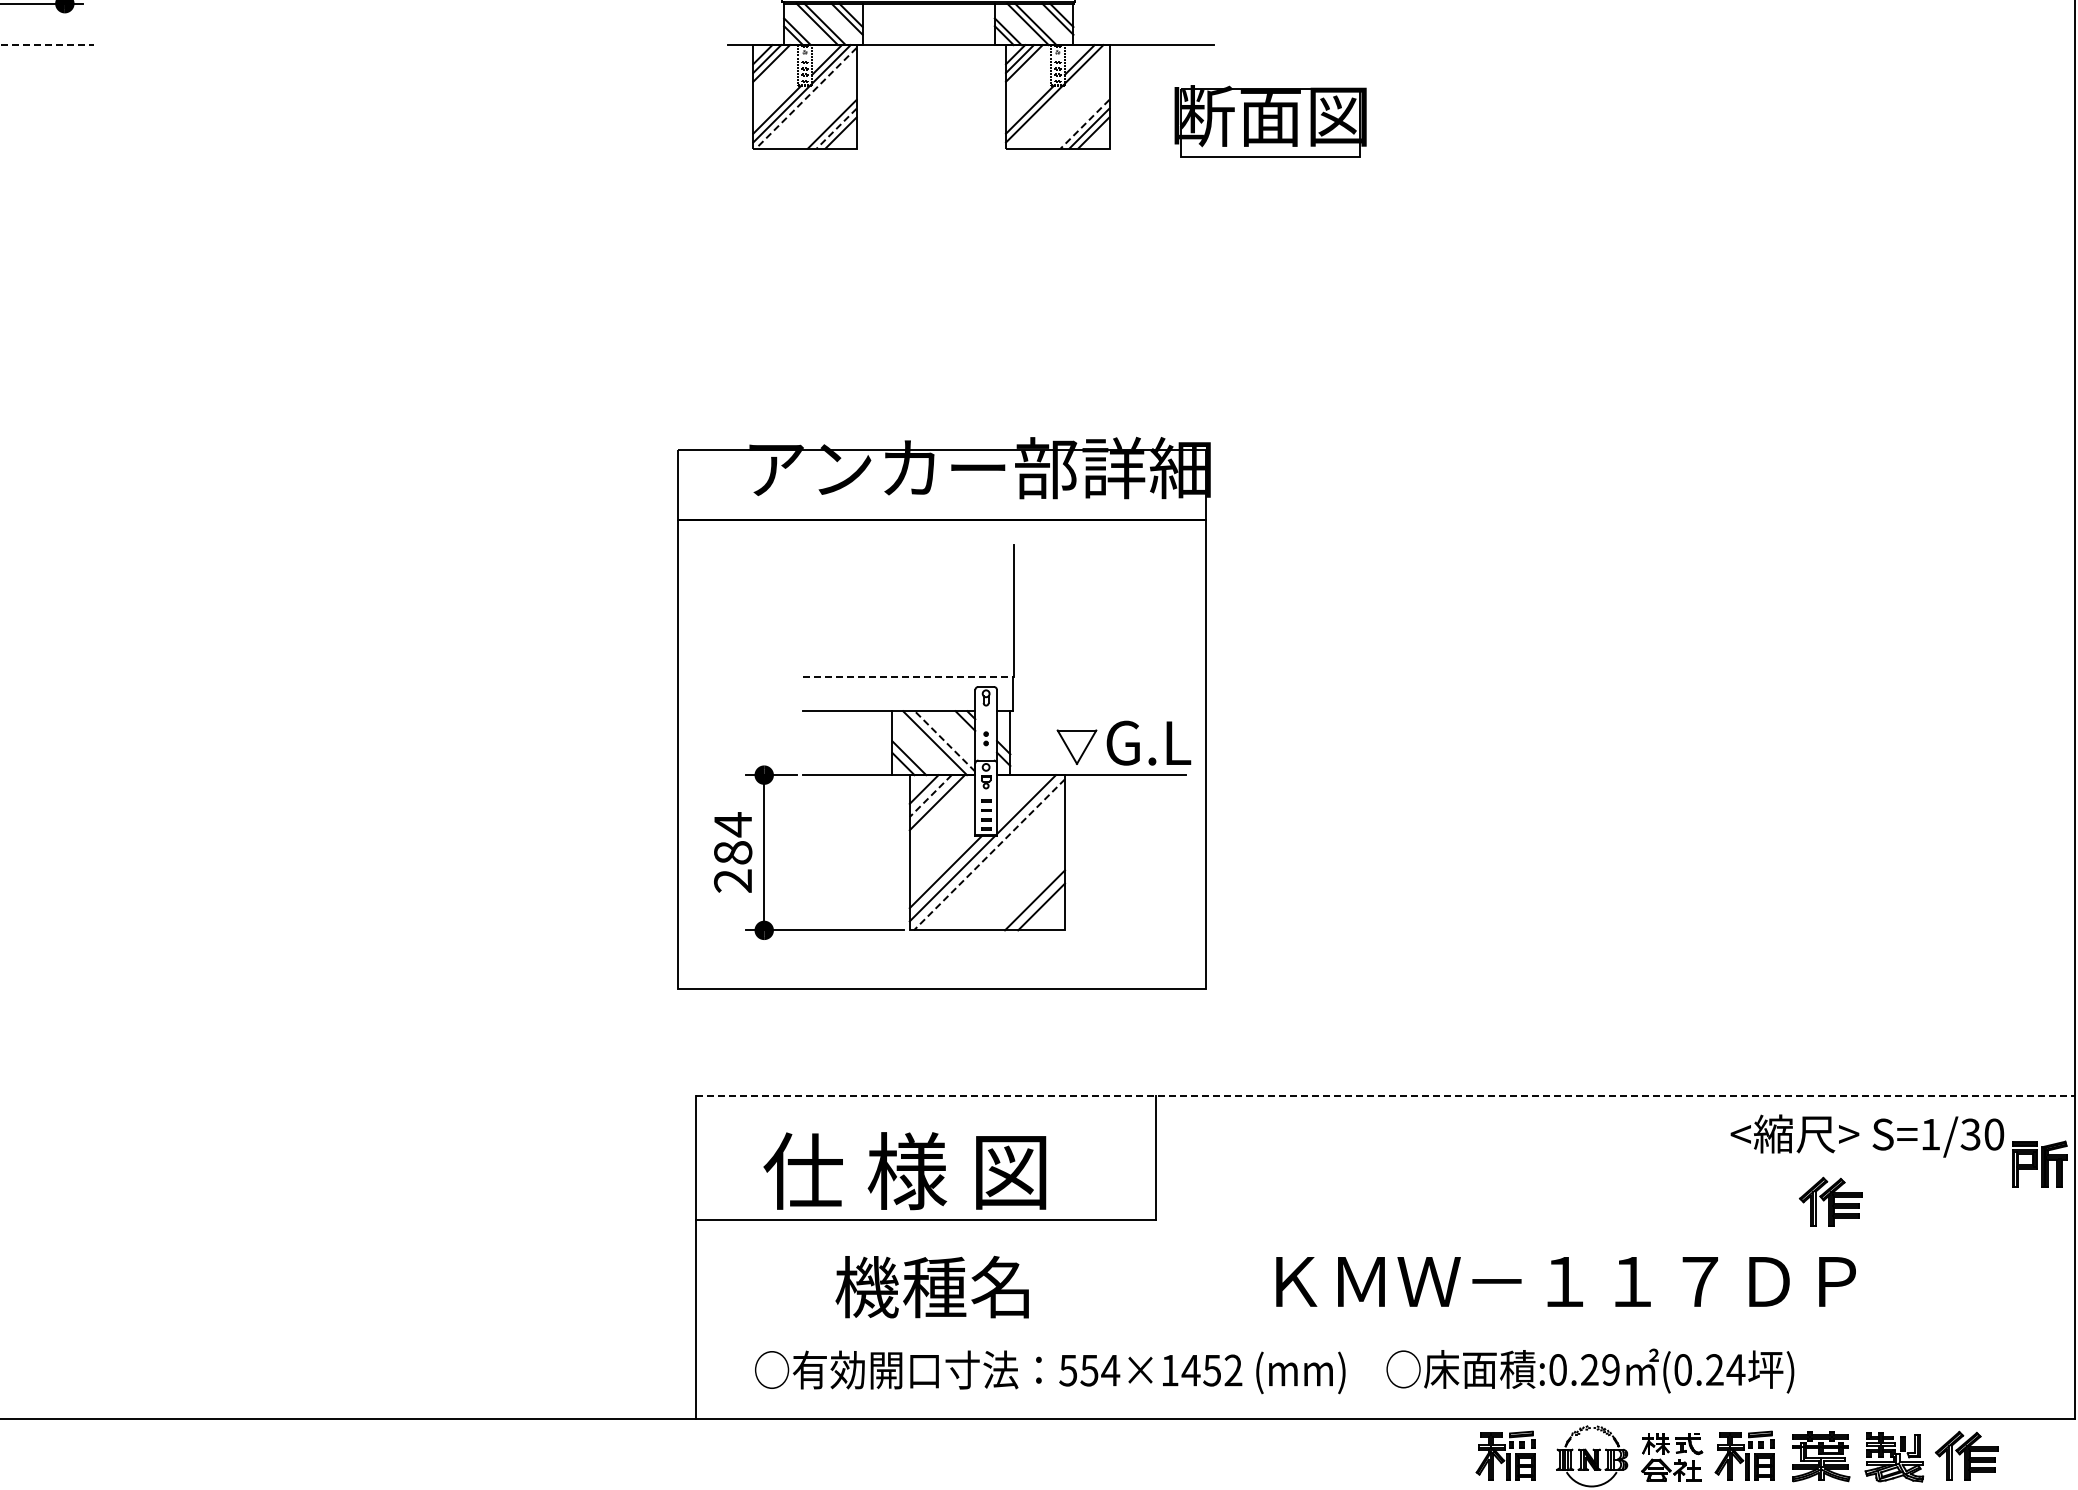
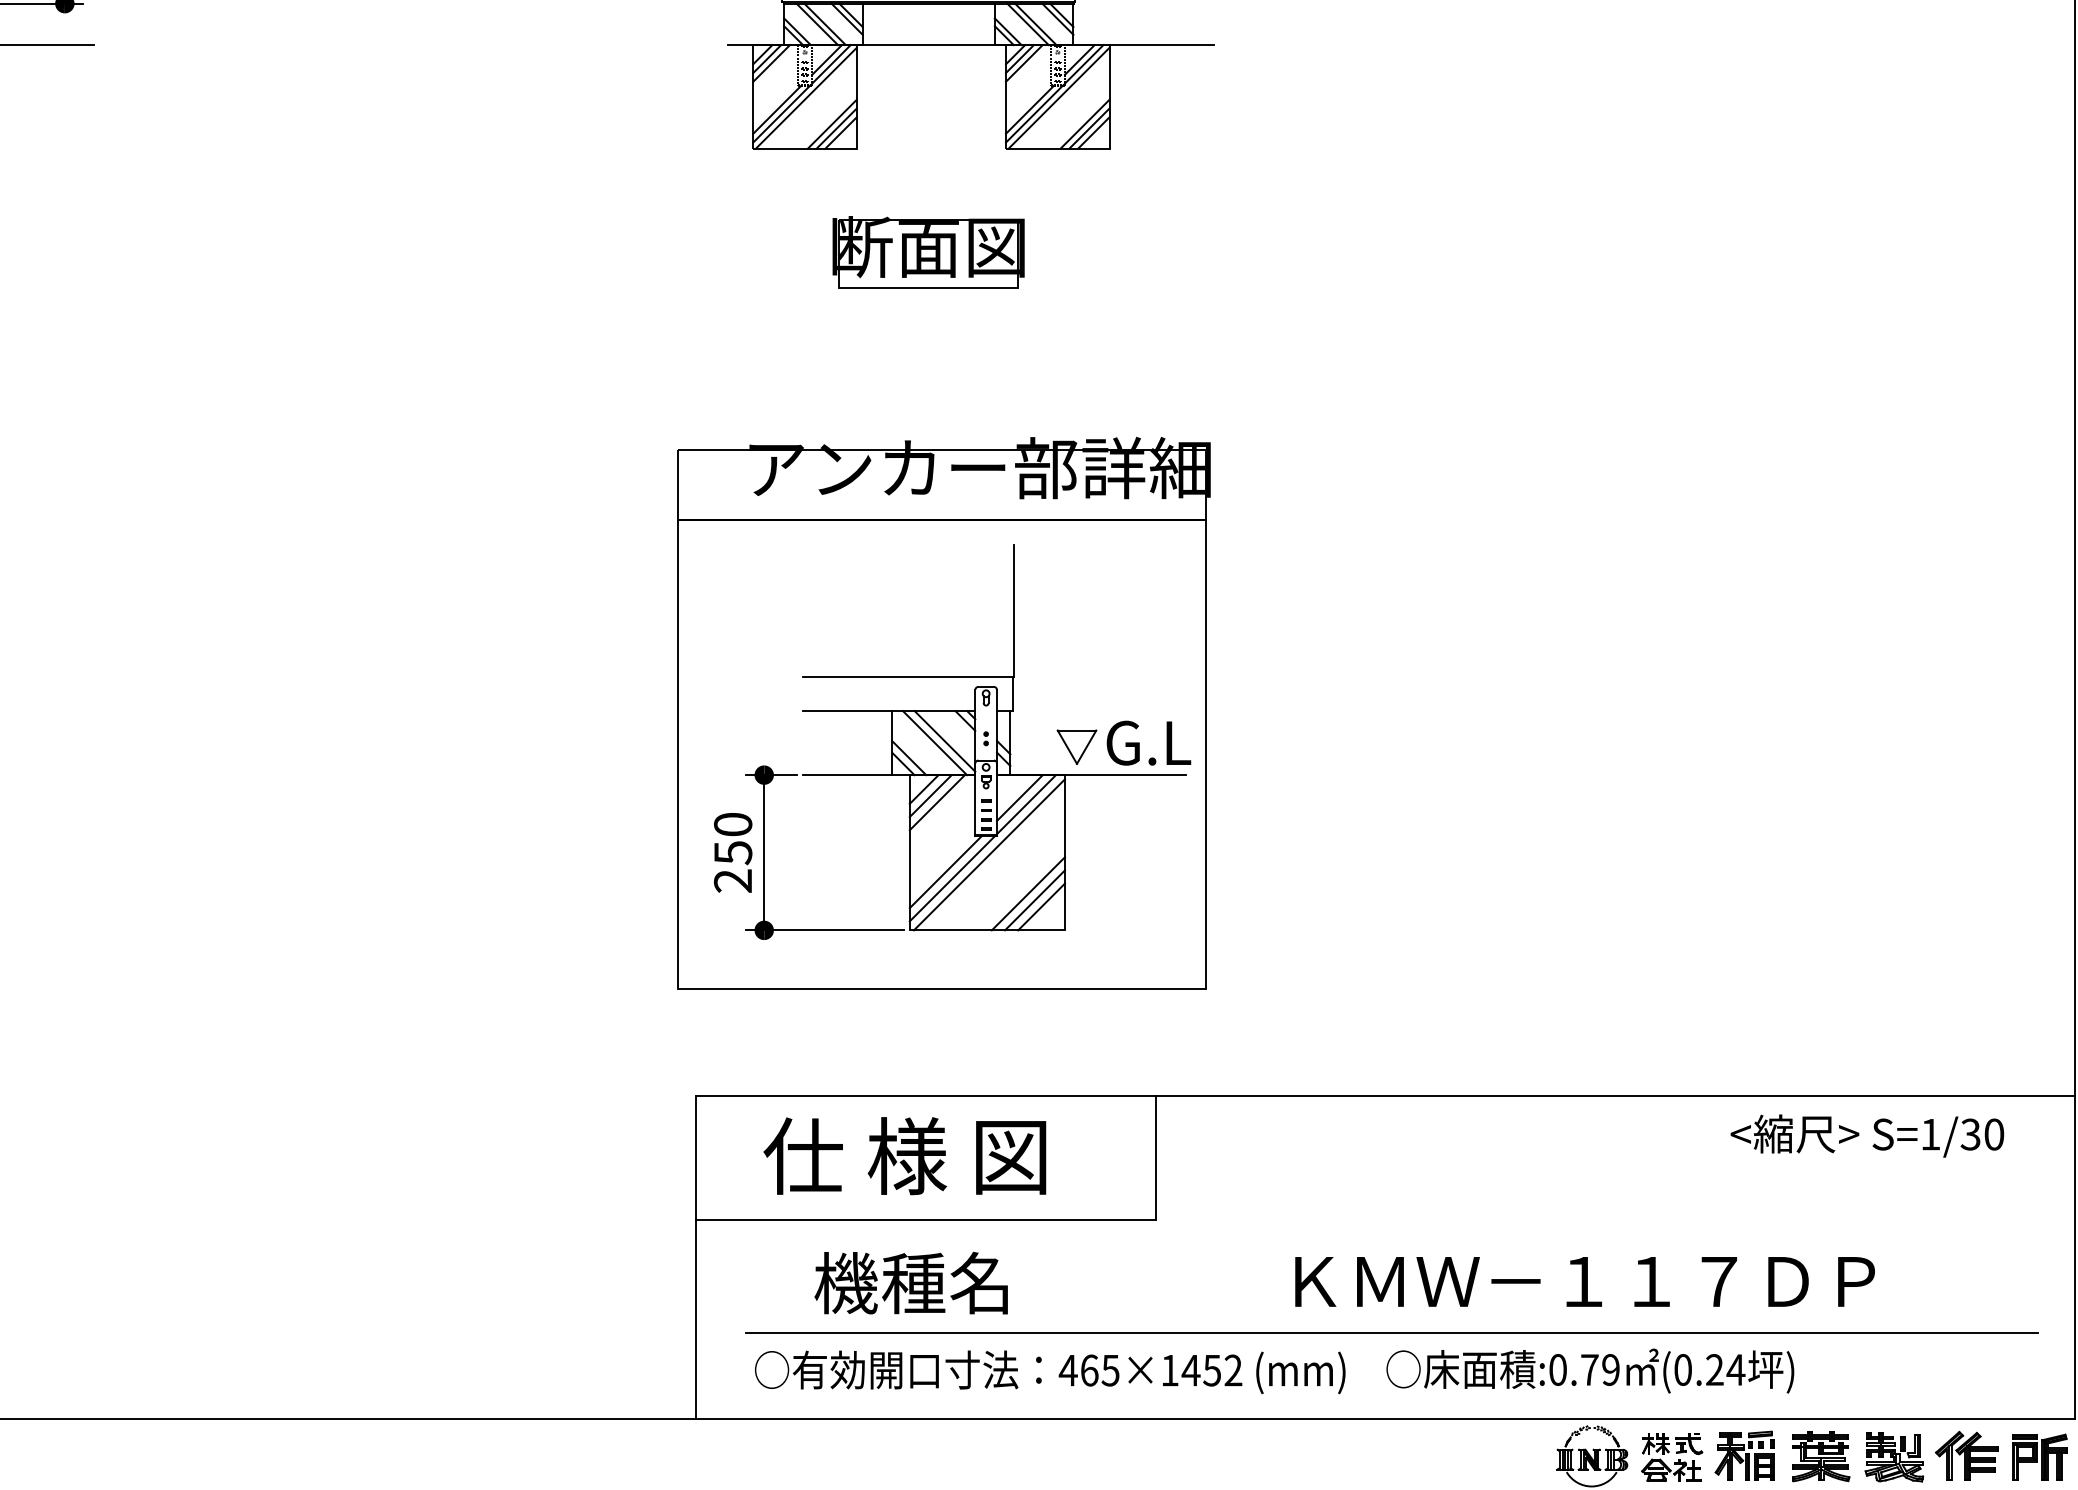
line at (47, 45): dashed -> solid
line at (1058, 97): none -> present
line at (806, 98): dashed -> solid
part at (1270, 121) position: (1270, 121) -> (928, 252)
line at (1084, 124): dashed -> solid
line at (836, 128): dashed -> solid
line at (908, 677): dashed -> solid
line at (945, 741): dashed -> solid
line at (930, 796): dashed -> solid
line at (1019, 797): none -> present
text at (733, 838): 284 -> 250
line at (989, 854): dashed -> solid
line at (1028, 893): none -> present
line at (1386, 1095): dashed -> solid
part at (2039, 1163) position: (2039, 1163) -> (2039, 1456)
text at (904, 1171) position: (904, 1171) -> (904, 1156)
part at (1830, 1201): present -> none
text at (1565, 1281) position: (1565, 1281) -> (1584, 1281)
text at (931, 1286) position: (931, 1286) -> (910, 1282)
line at (1391, 1332): none -> present
text at (1589, 1369): :0.29 -> :0.79
text at (1089, 1370): 554×1452 -> 465×1452
part at (1505, 1455): present -> none
